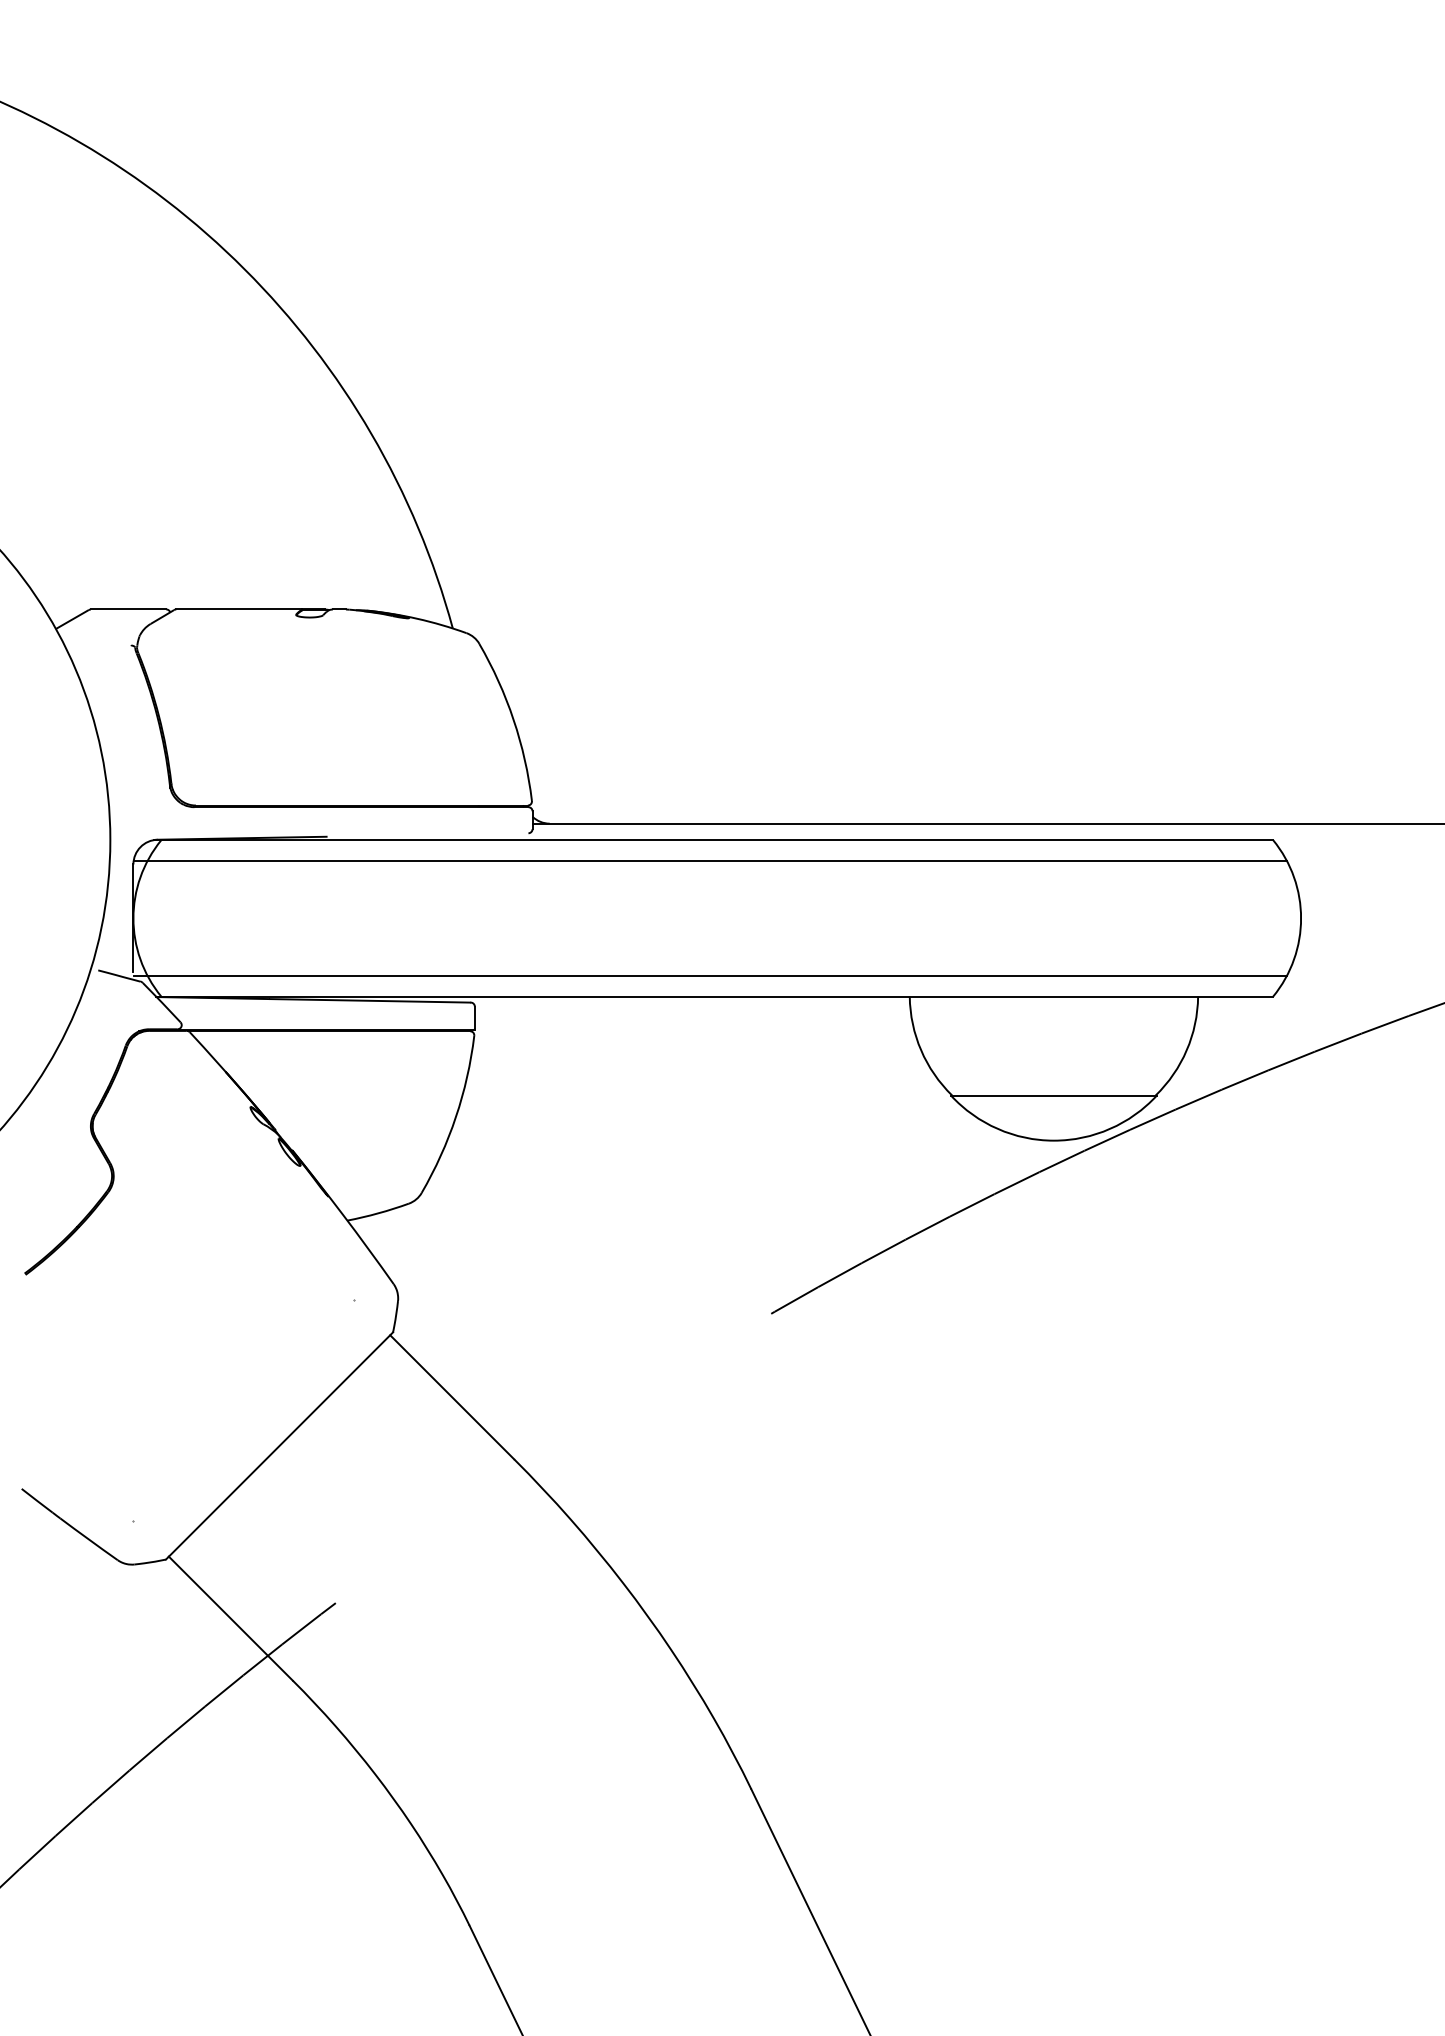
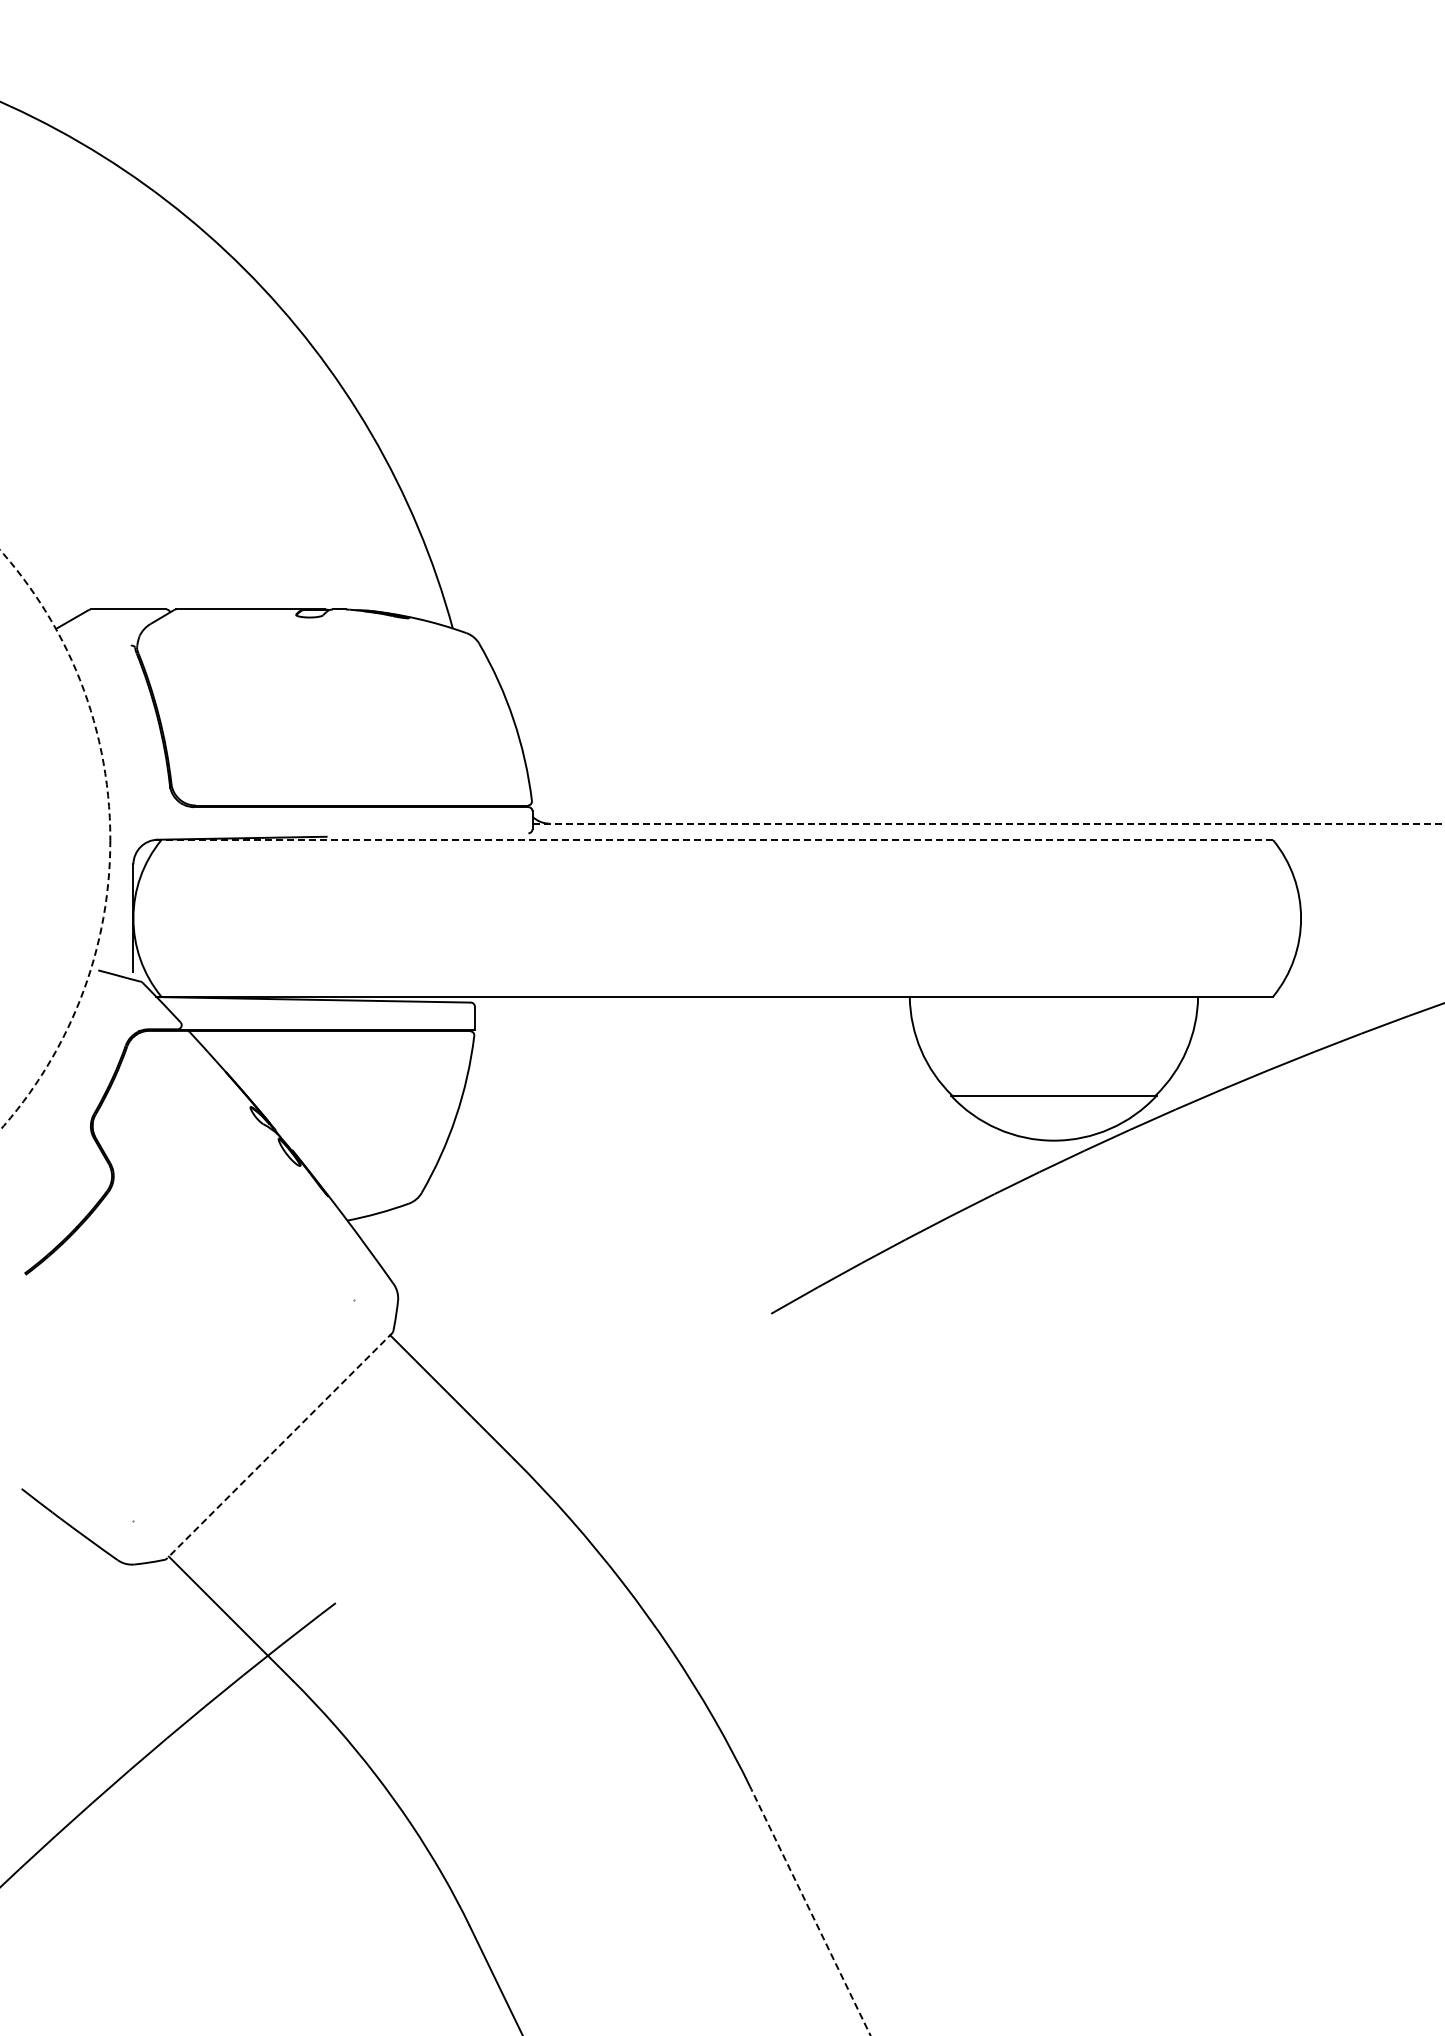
line at (988, 823): solid -> dashed
circle at (55, 839): solid -> dashed
line at (713, 840): solid -> dashed
line at (709, 860): present -> none
line at (709, 976): present -> none
line at (279, 1445): solid -> dashed
line at (811, 1912): solid -> dashed
